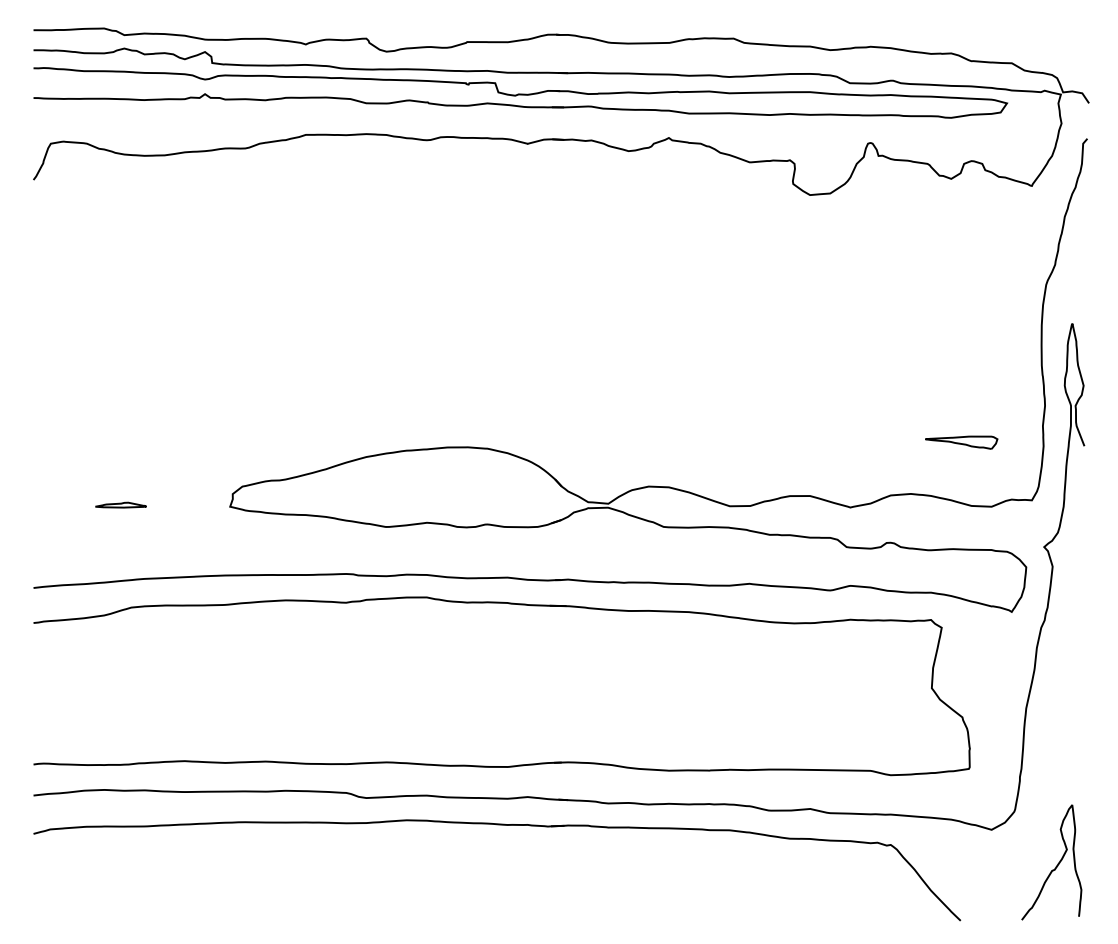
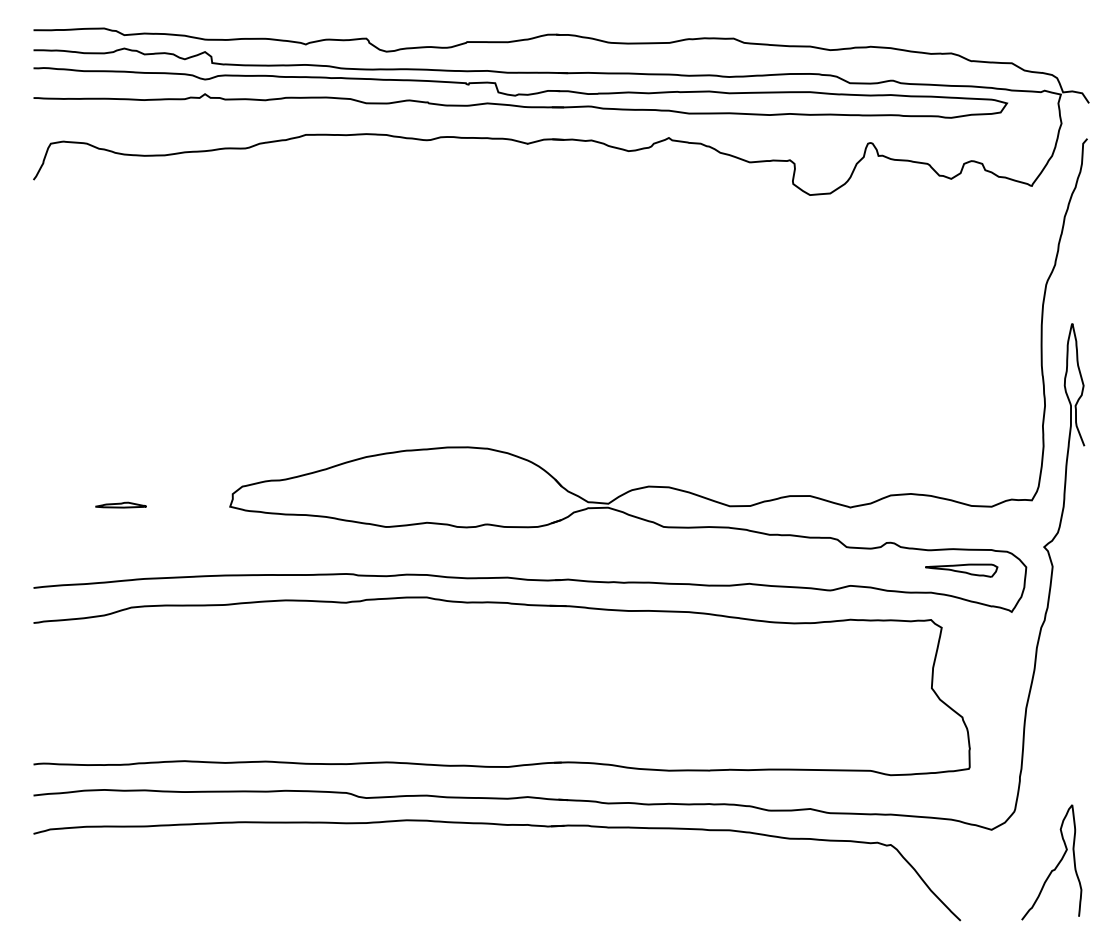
part at (961, 442) position: (961, 442) -> (961, 570)
